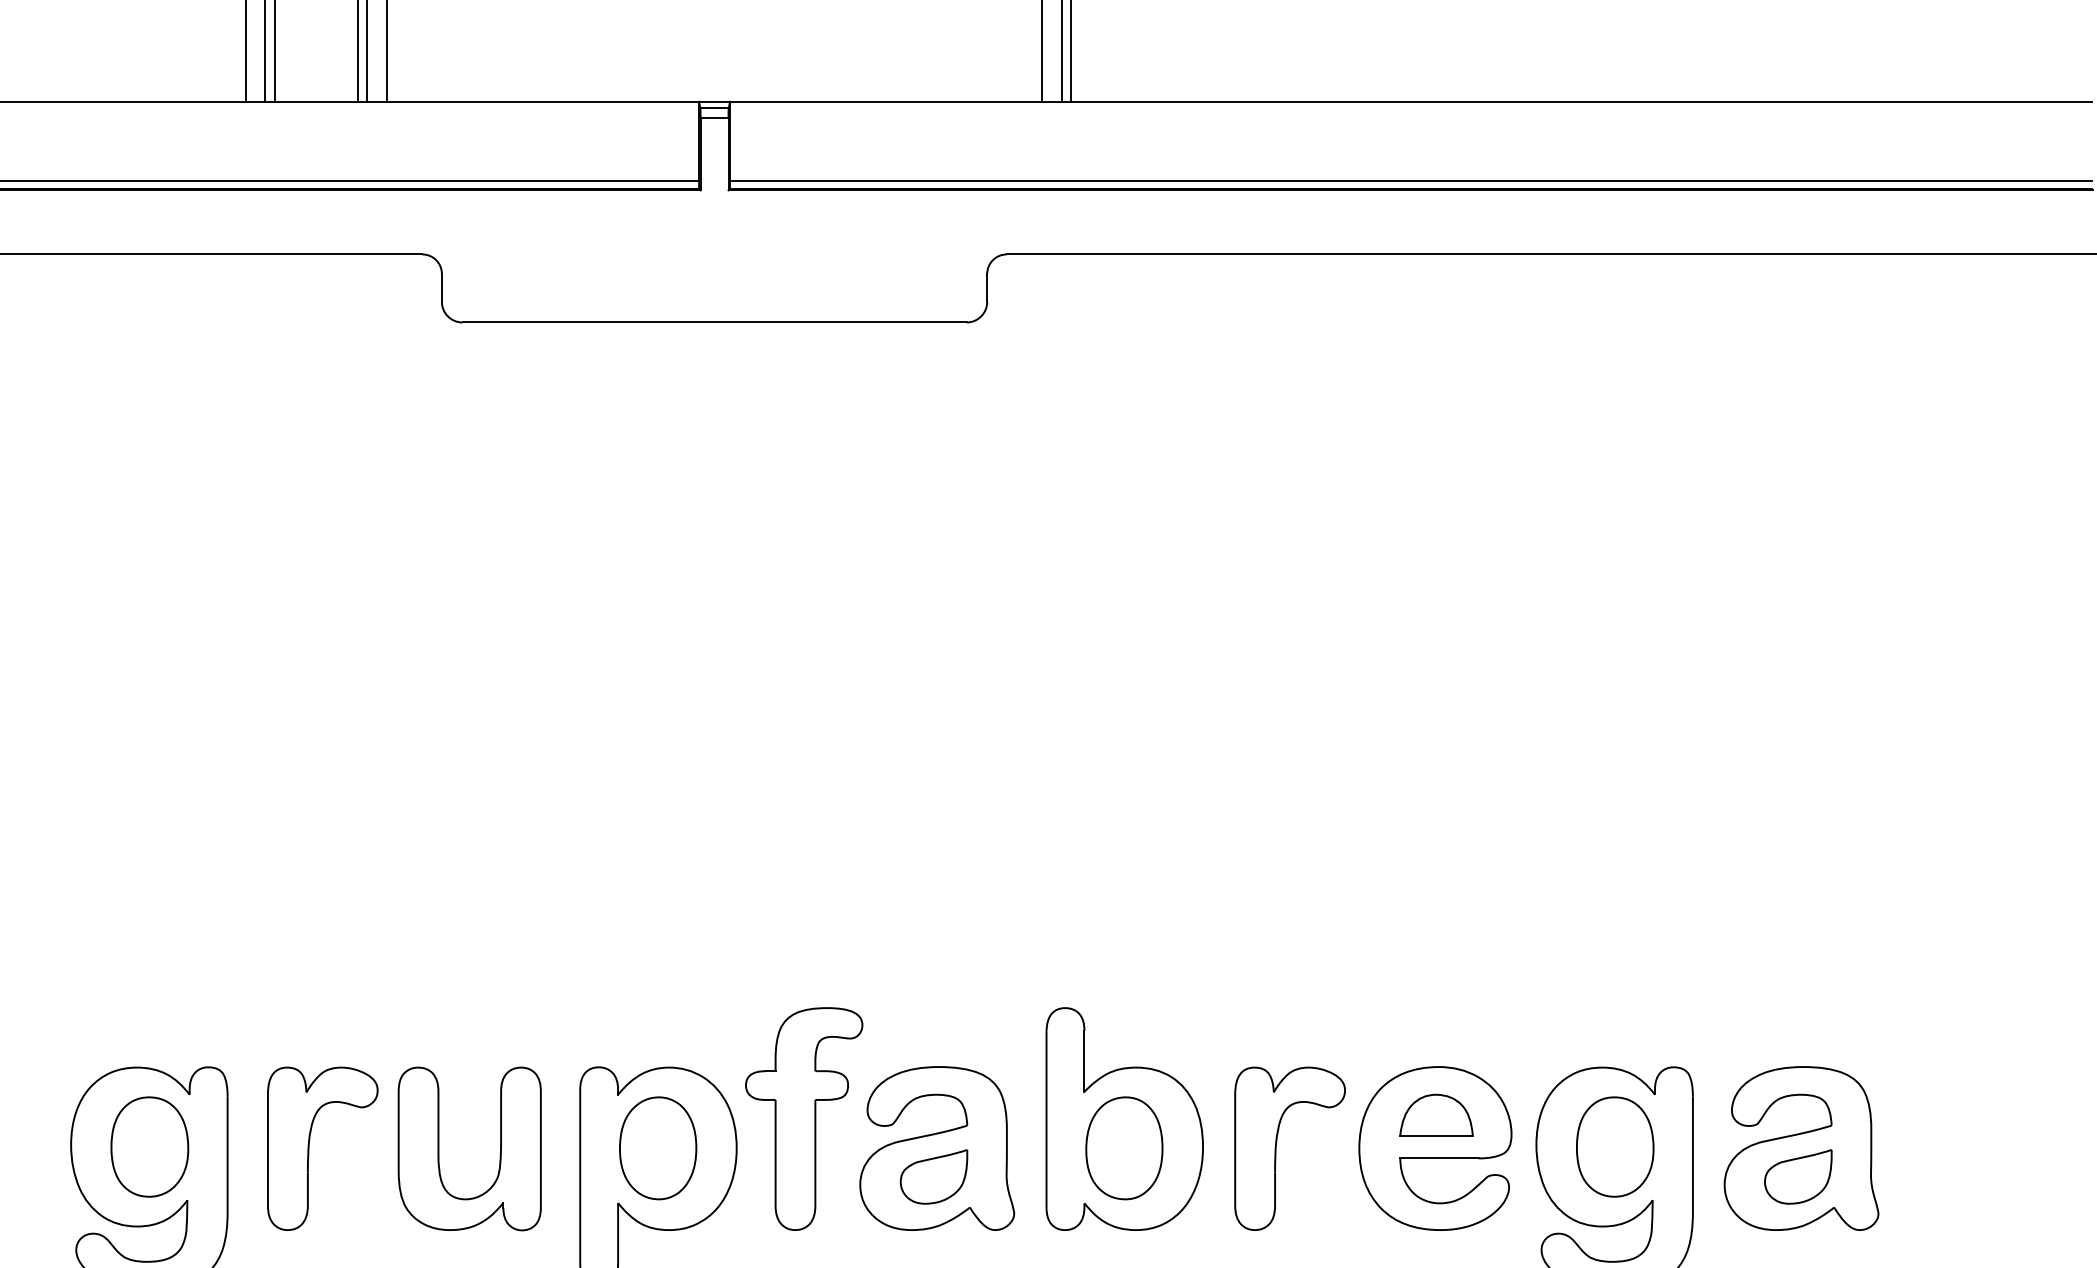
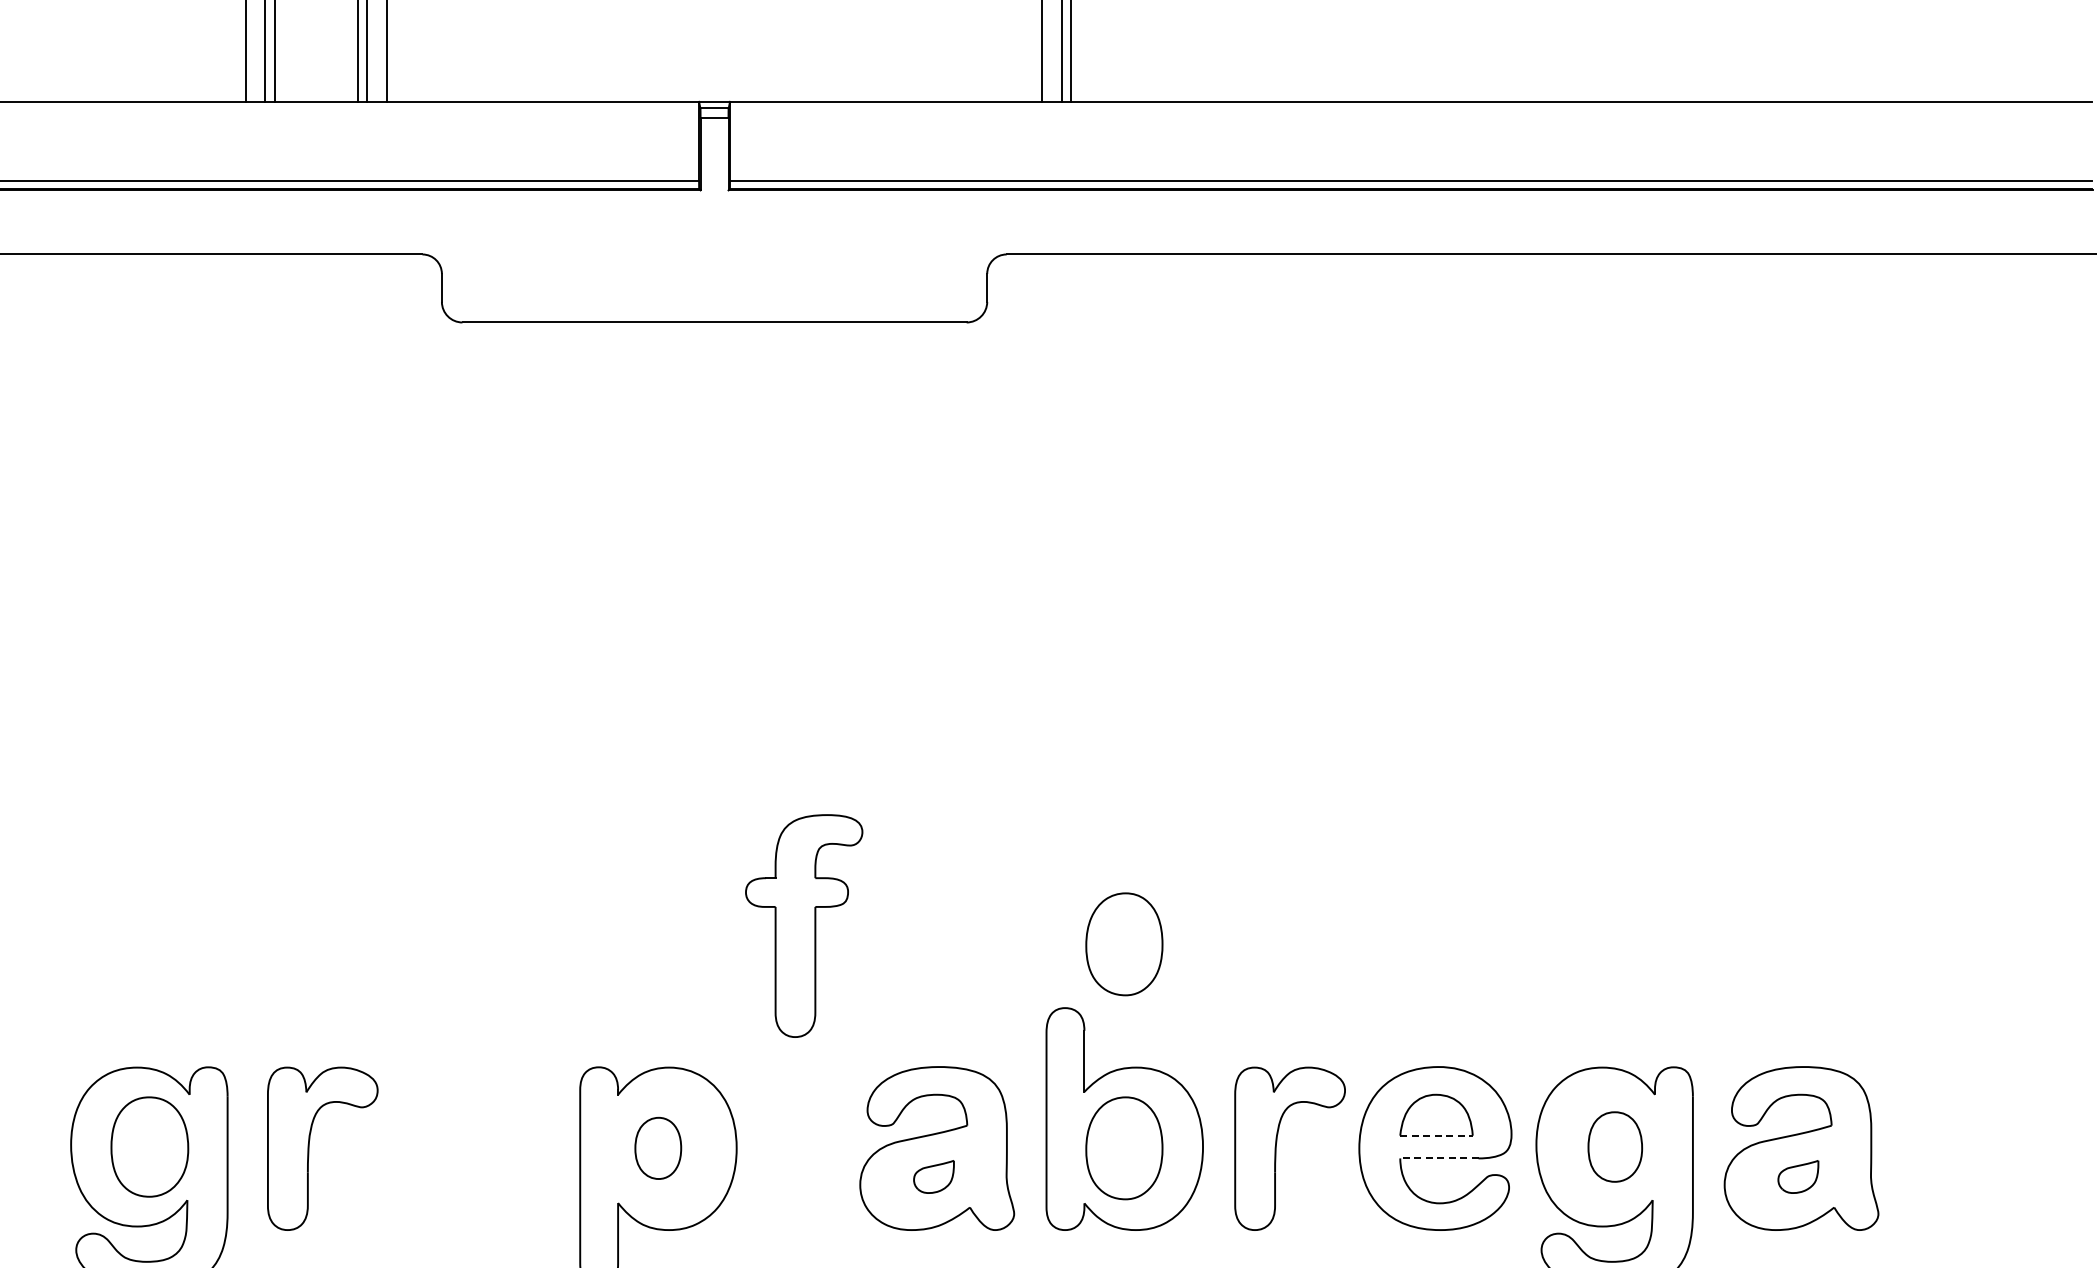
part at (1124, 944): none -> present
part at (804, 1118) position: (804, 1118) -> (804, 925)
line at (1437, 1135): solid -> dashed
part at (1615, 1146) size: 79x102 px -> 57x72 px
part at (439, 1148): present -> none
part at (658, 1148) size: 79x105 px -> 49x64 px
line at (1438, 1158): solid -> dashed
part at (933, 1176) size: 70x56 px -> 42x34 px
part at (1798, 1176) size: 69x56 px -> 43x34 px
